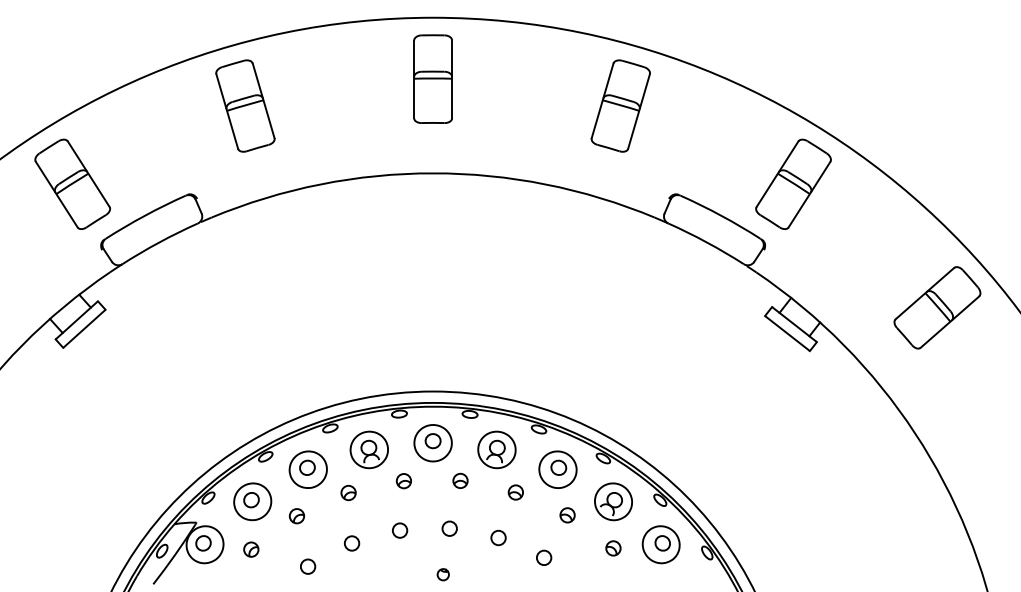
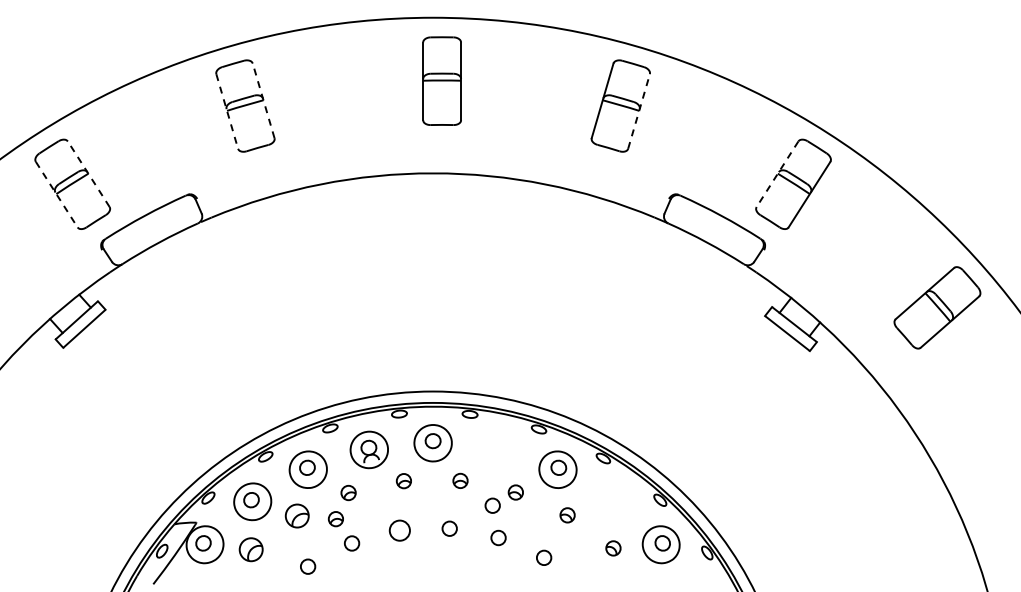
part at (432, 78) position: (432, 78) -> (441, 80)
line at (263, 100): solid -> dashed
line at (227, 111): solid -> dashed
line at (639, 111): solid -> dashed
line at (88, 174): solid -> dashed
line at (777, 174): solid -> dashed
line at (56, 194): solid -> dashed
part at (496, 449): present -> none
part at (613, 501): present -> none
circle at (492, 505): none -> present
part at (296, 516) size: 17x17 px -> 26x26 px
part at (335, 519): none -> present
circle at (400, 530) size: 17x17 px -> 23x23 px
part at (251, 549) size: 17x17 px -> 26x26 px
part at (442, 574): present -> none
